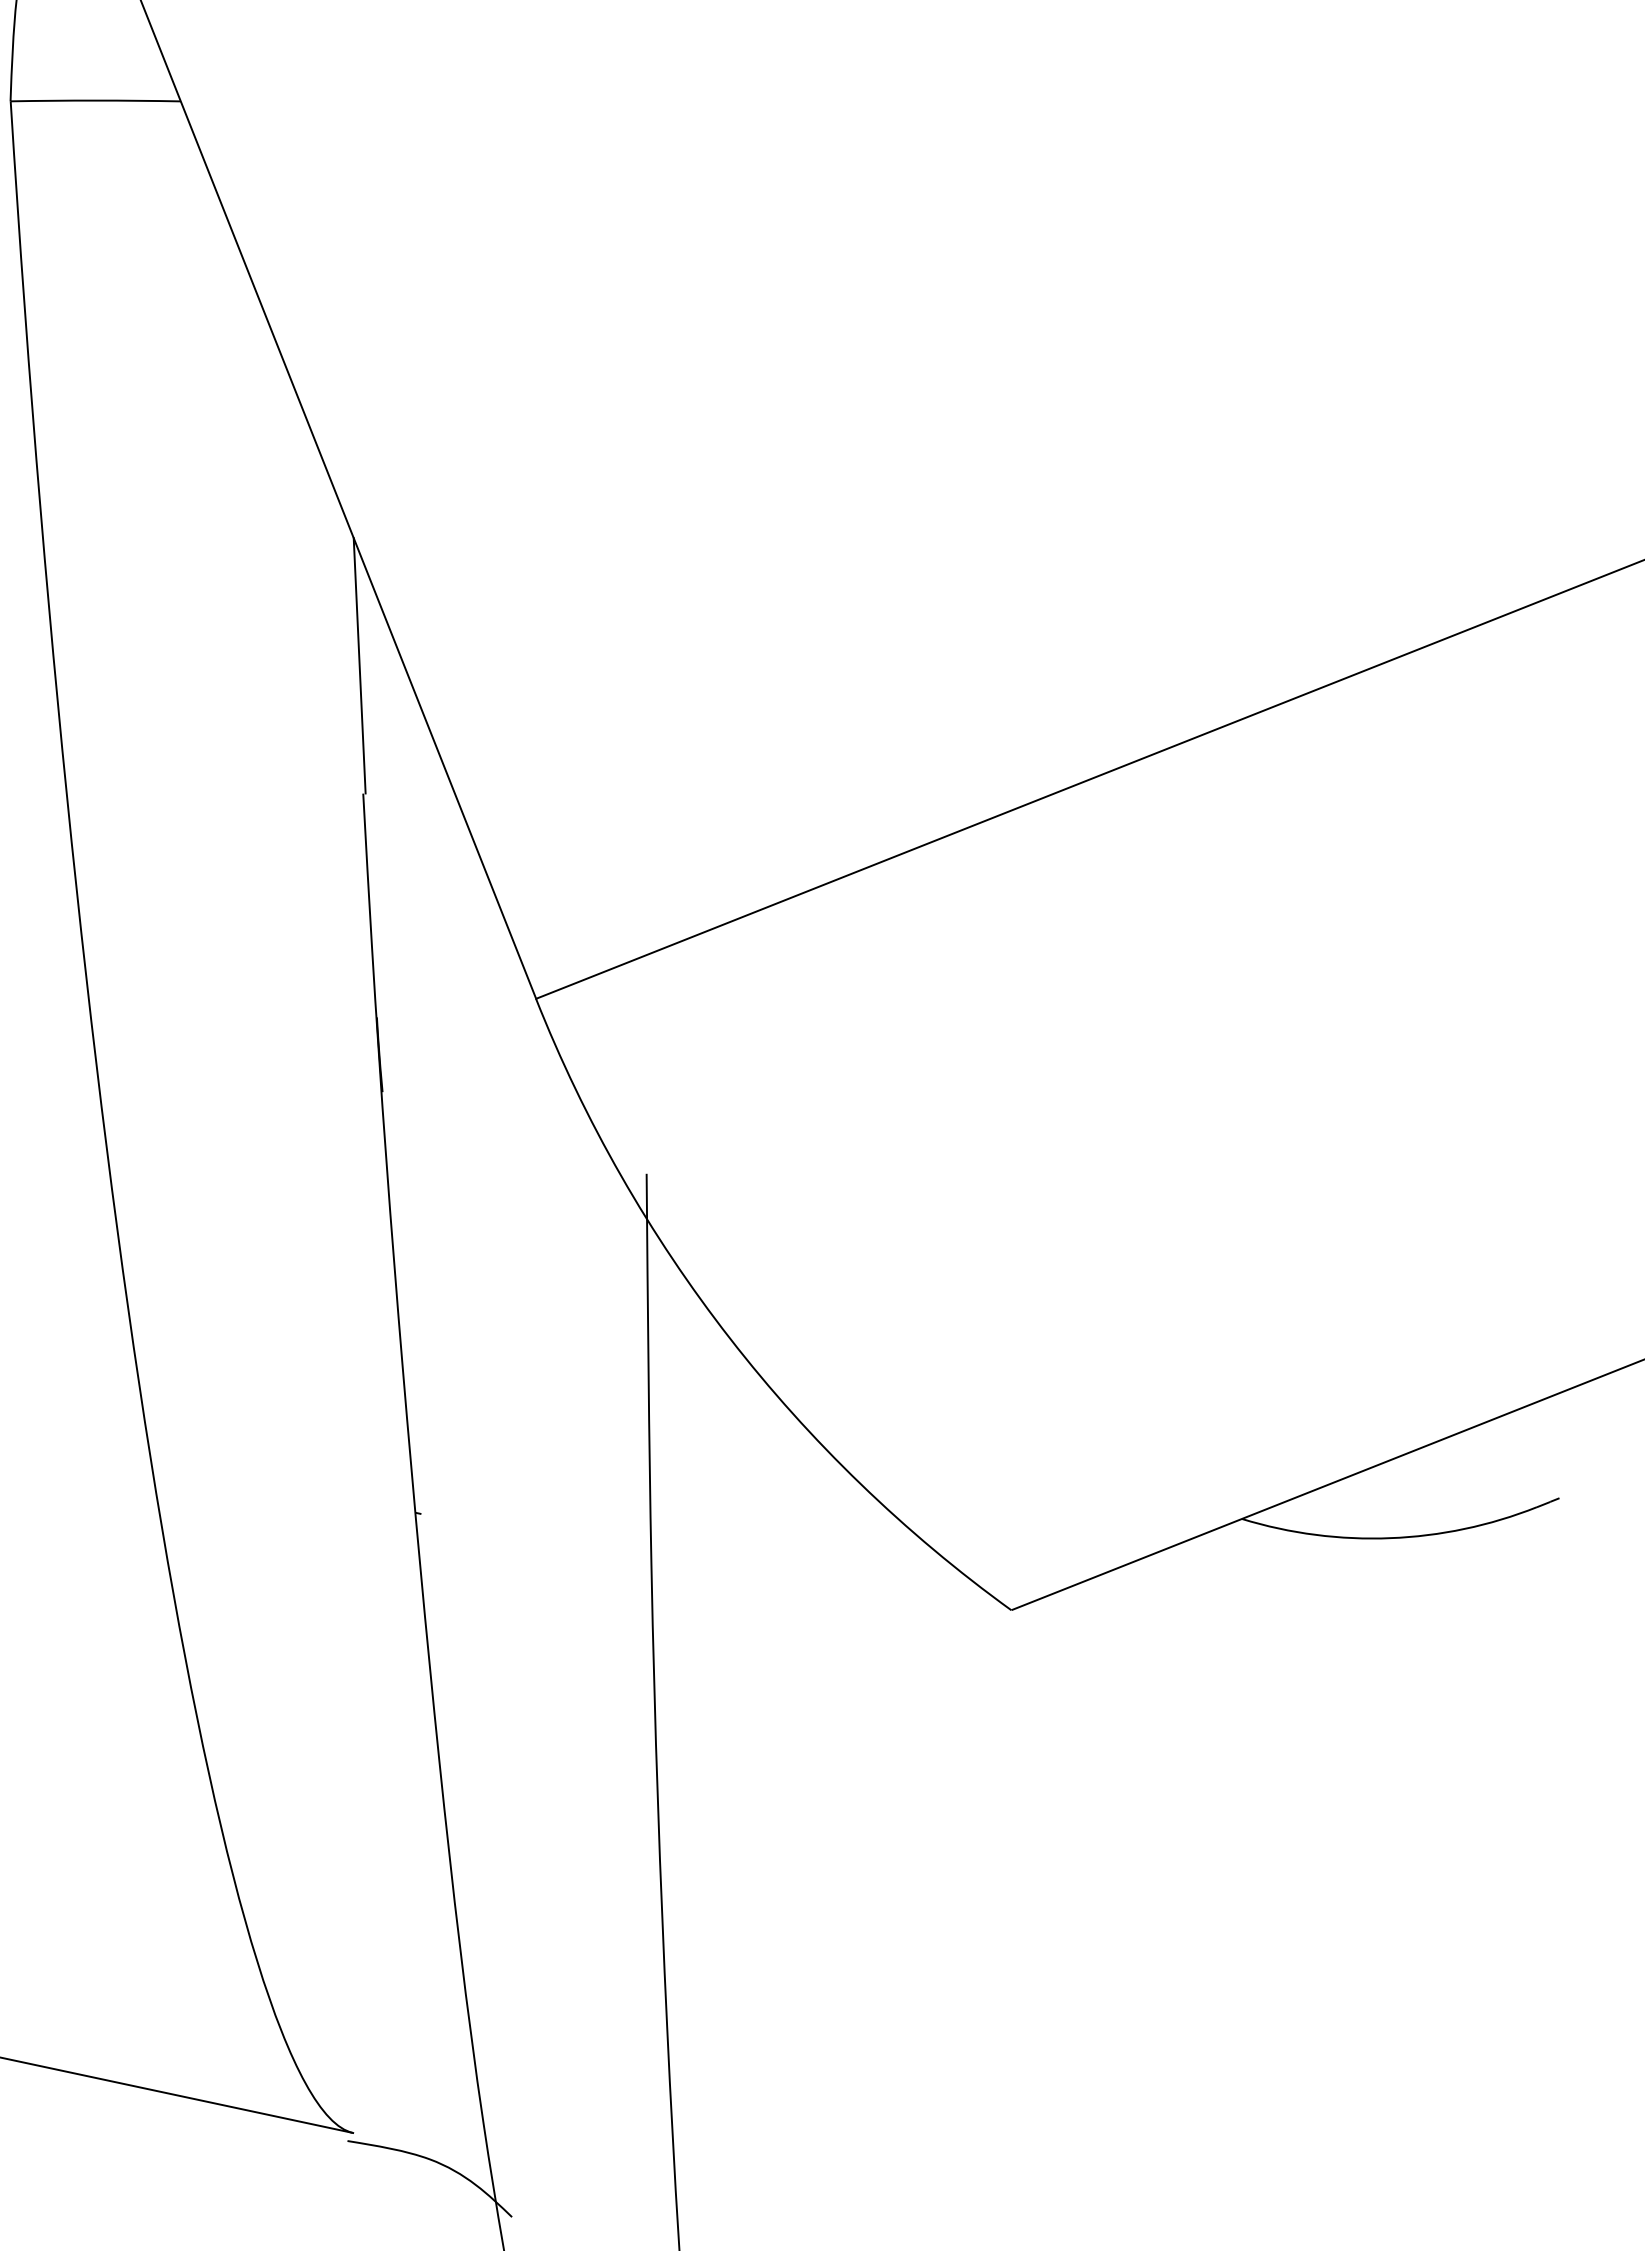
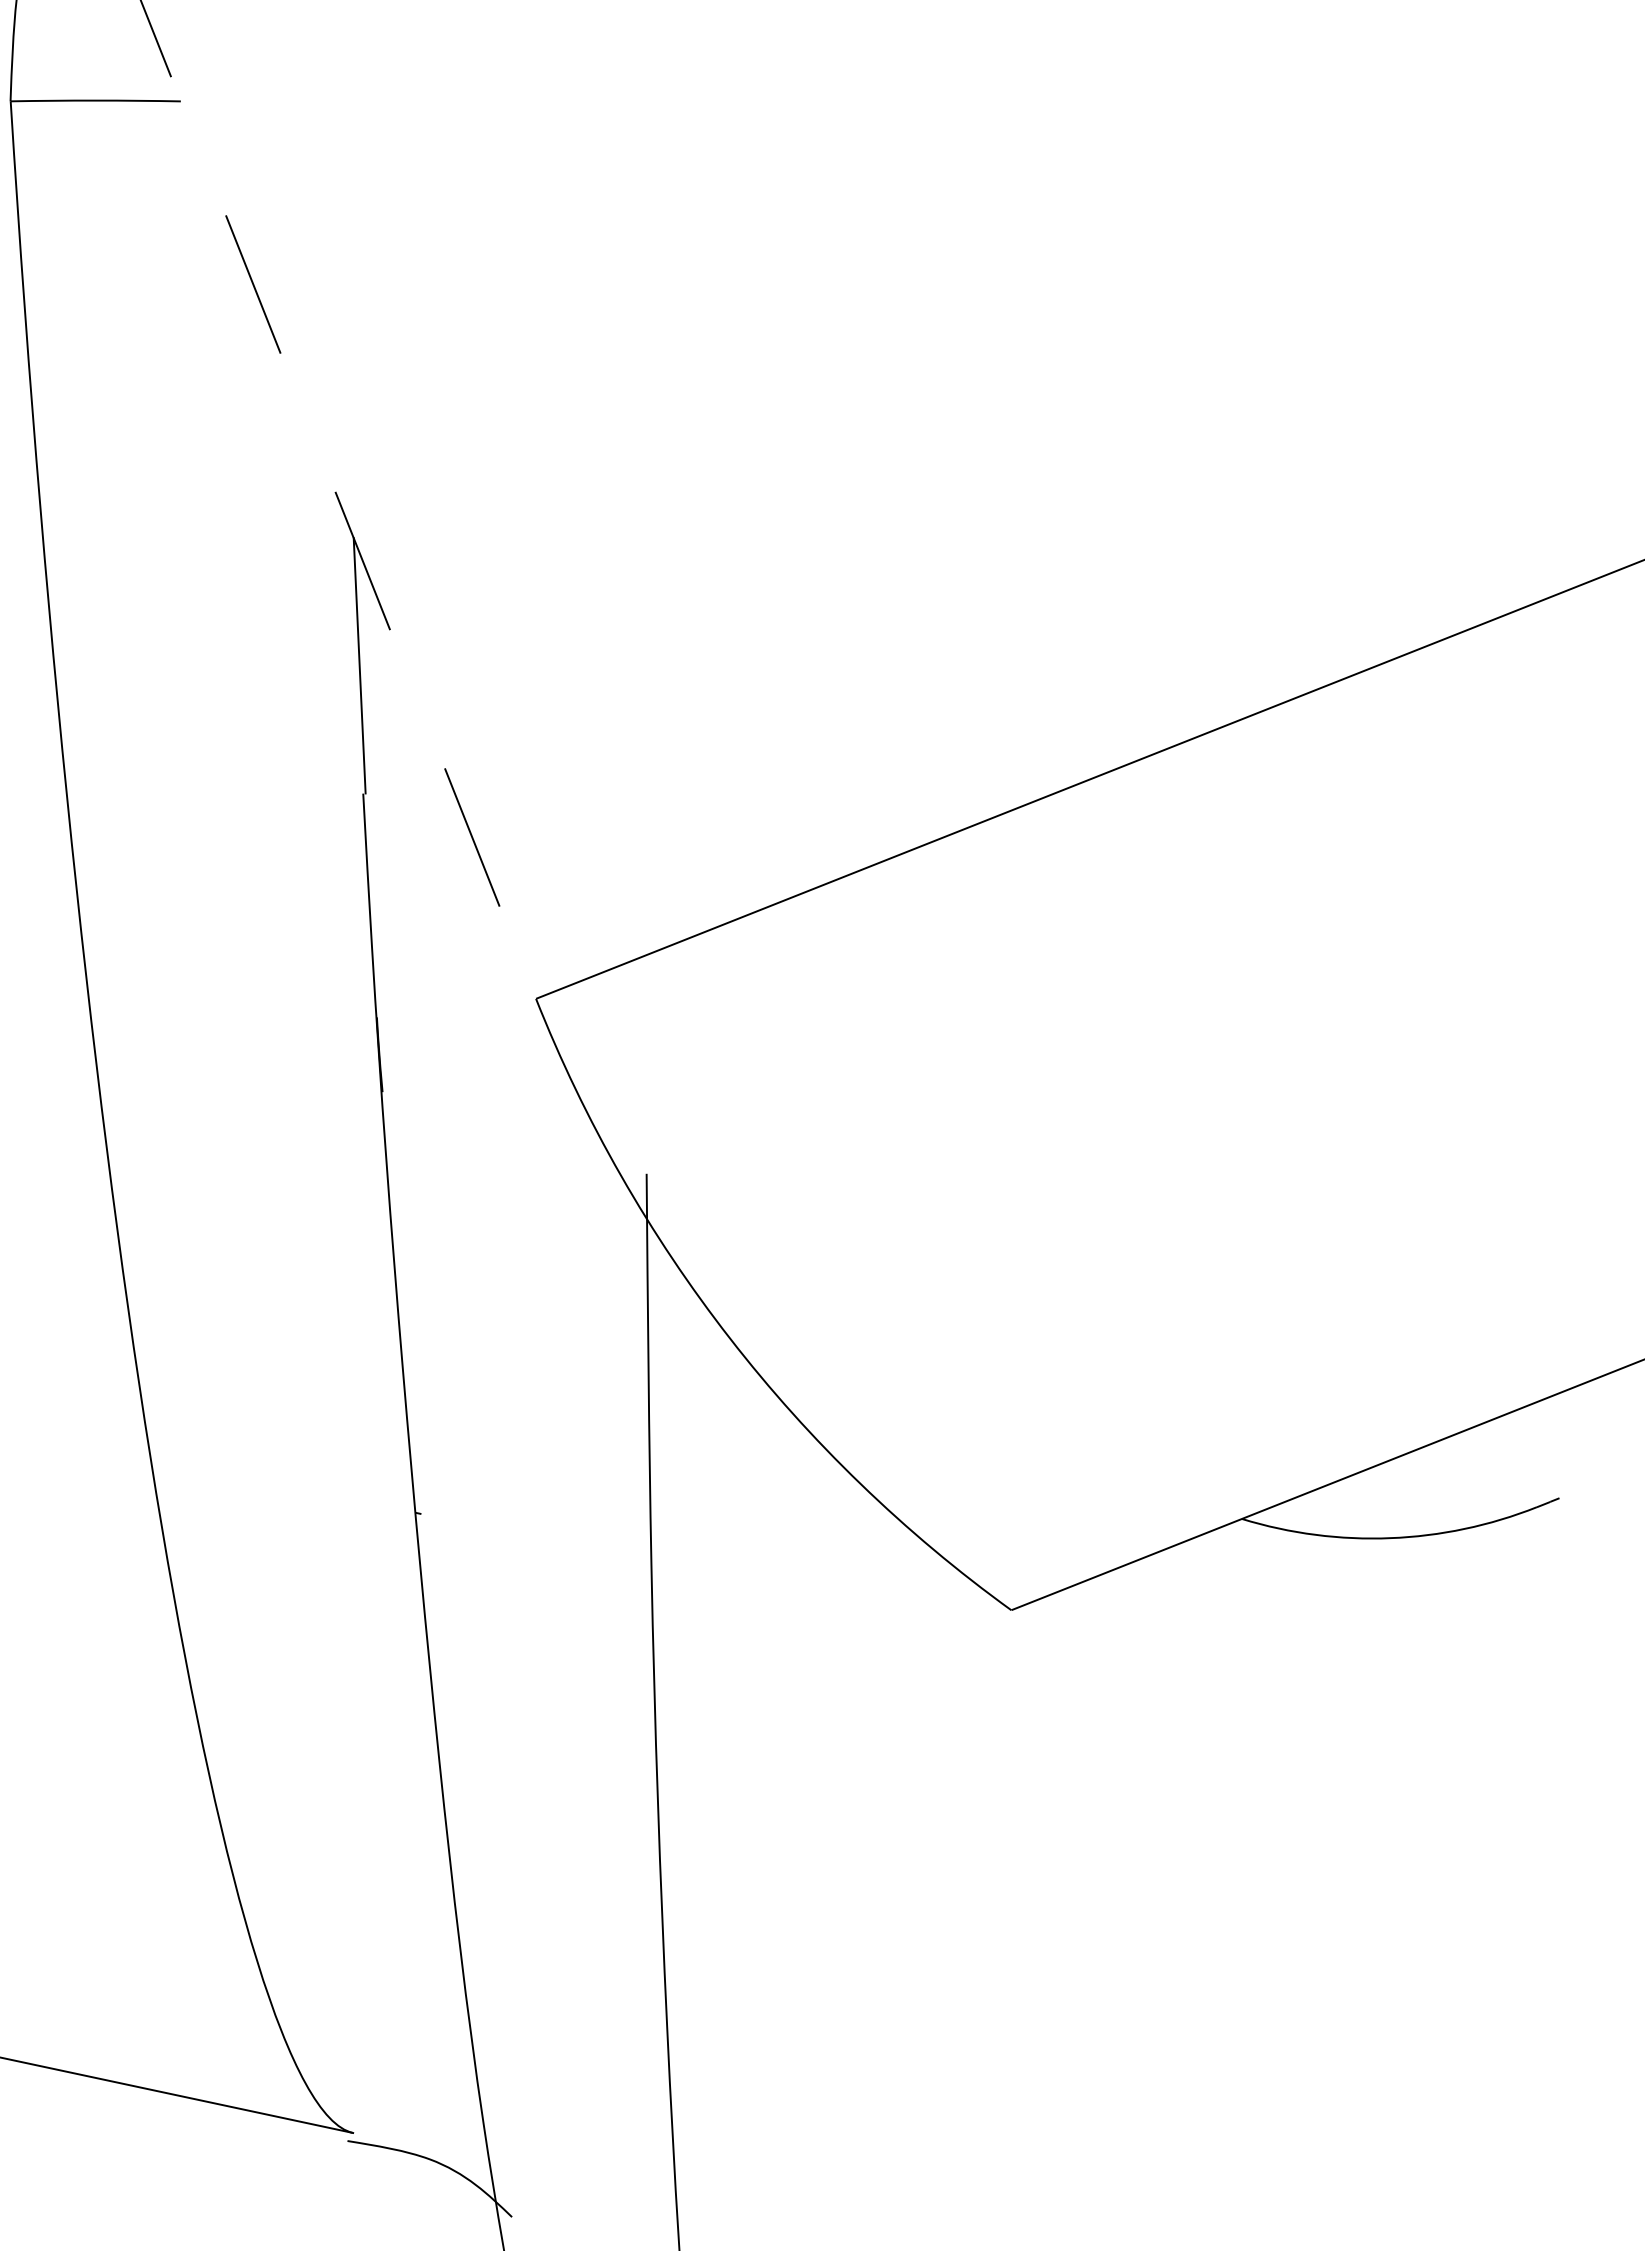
line at (338, 499): solid -> dashed
